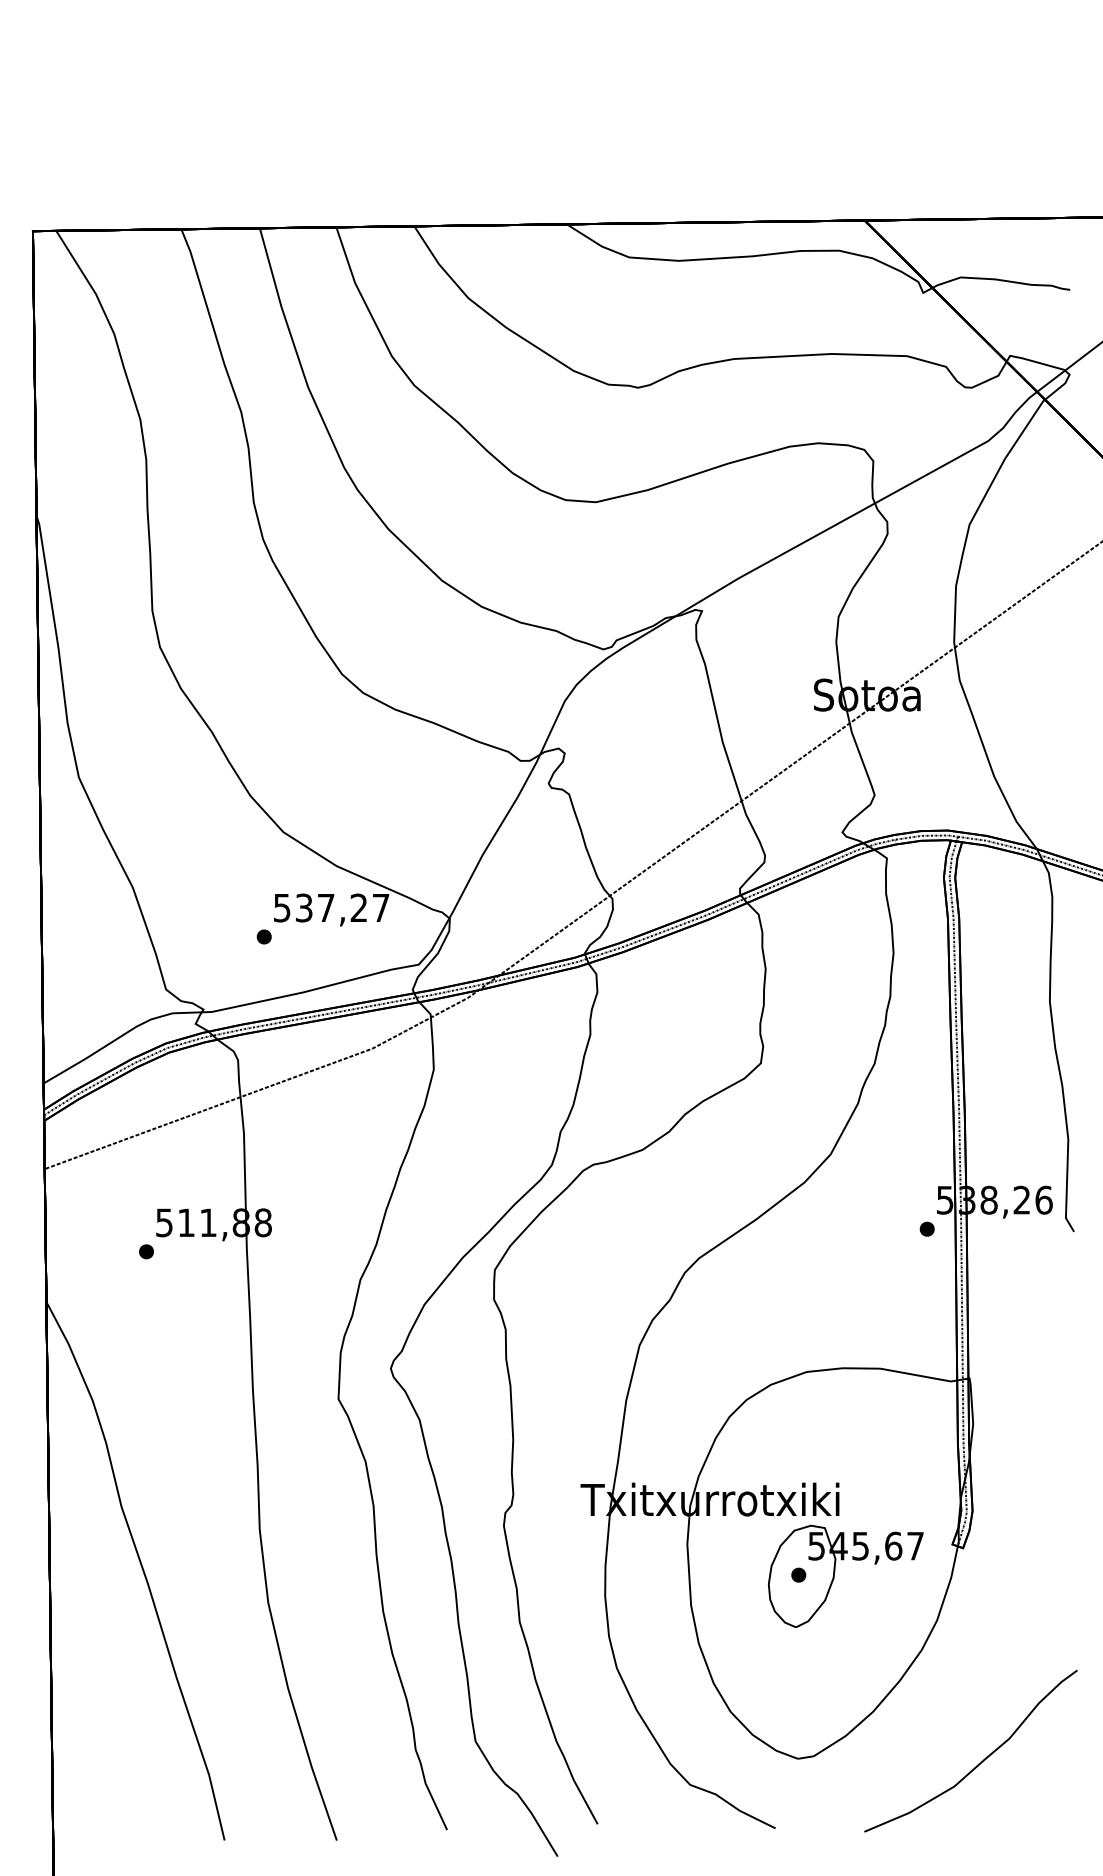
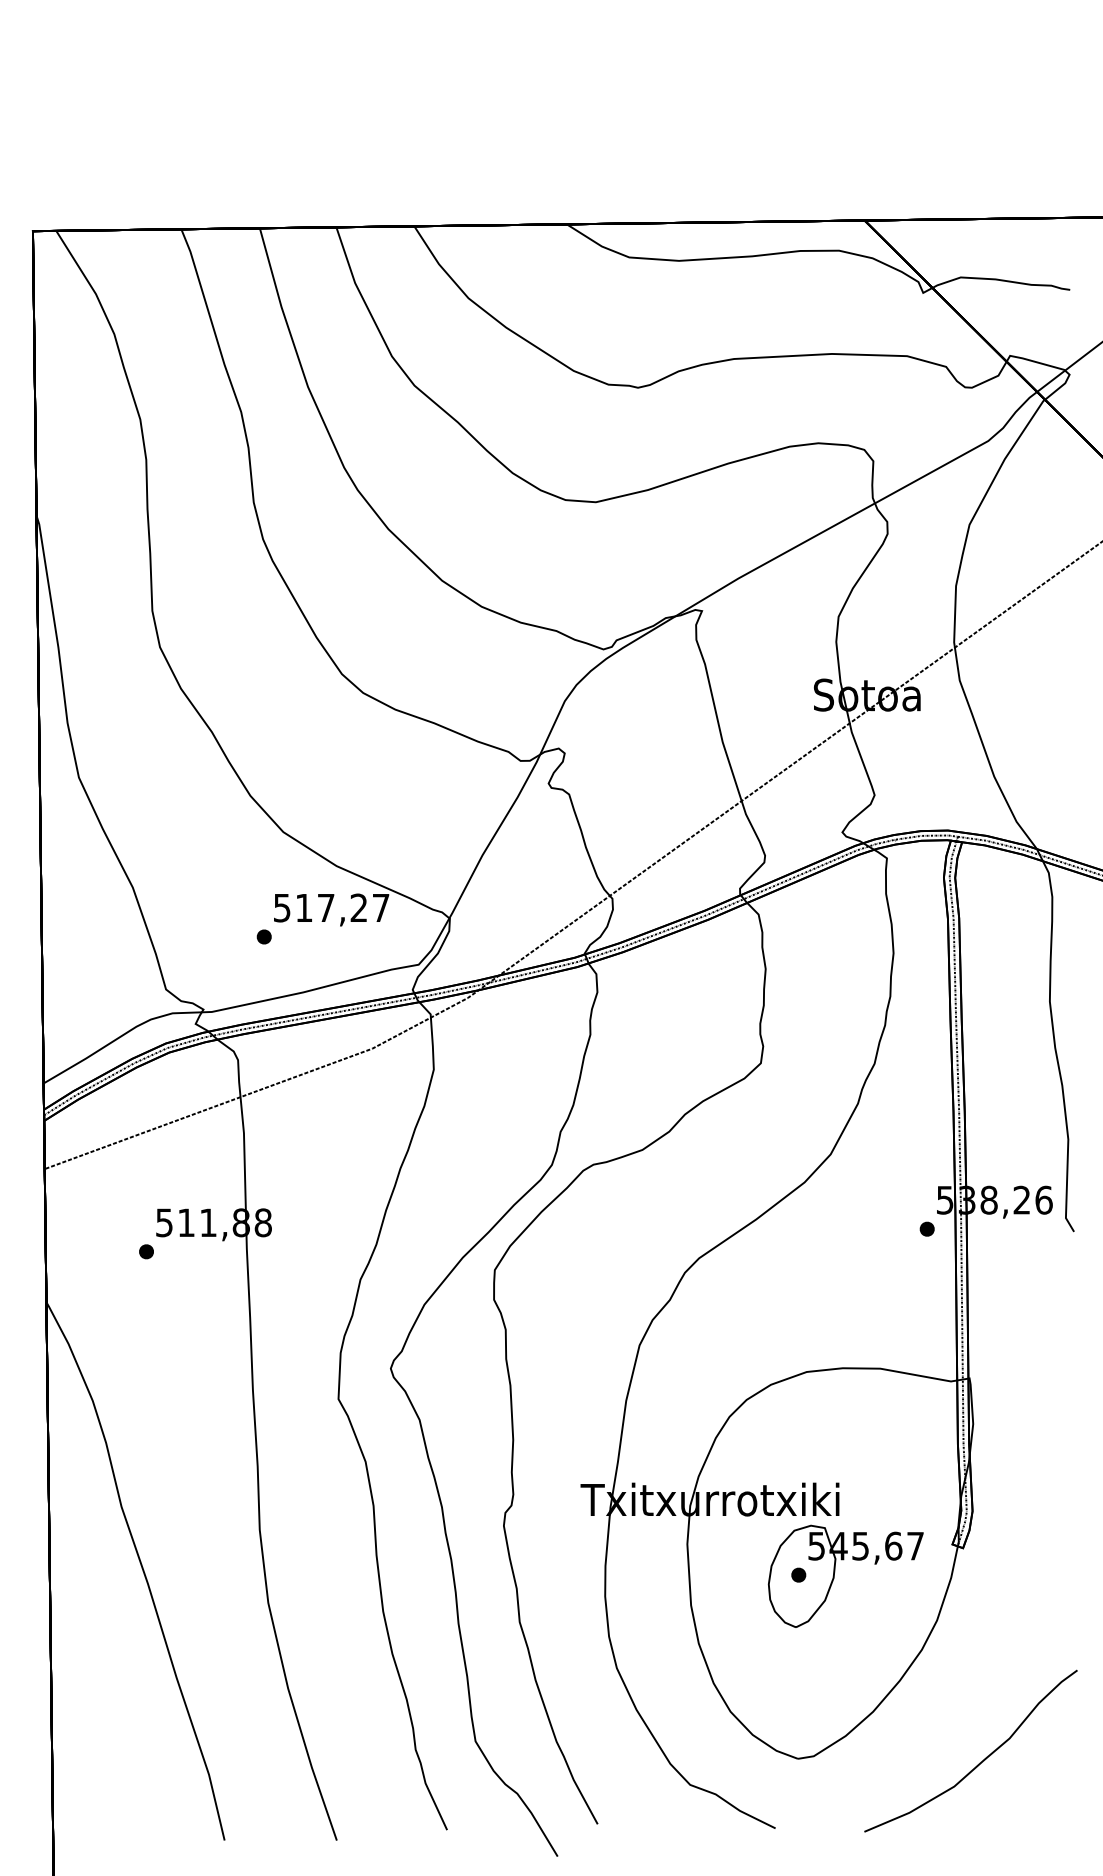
text at (304, 907): 537,27 -> 517,27
